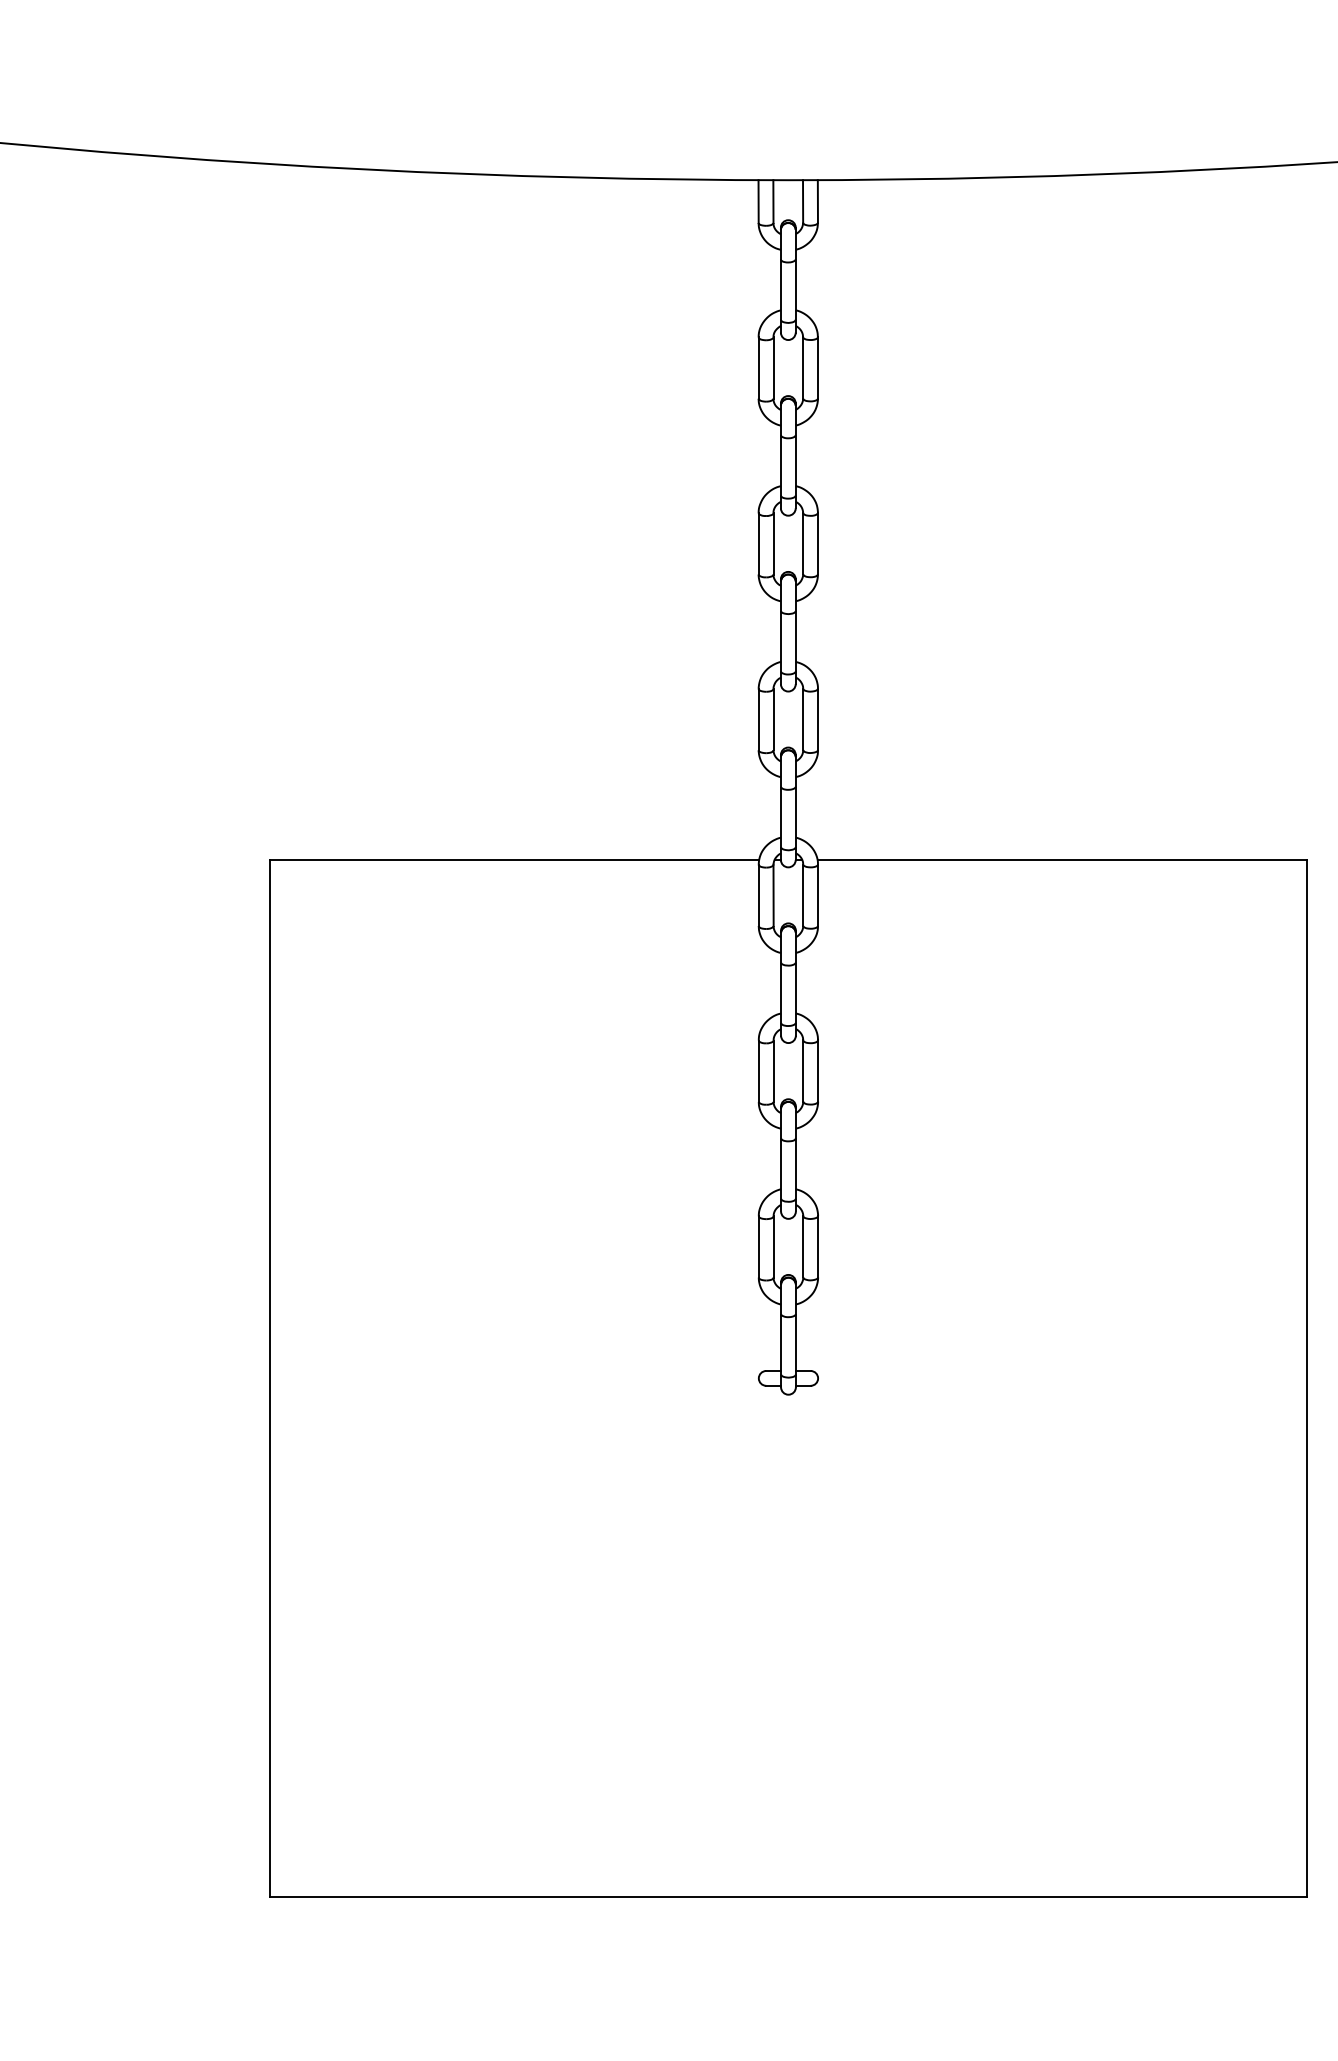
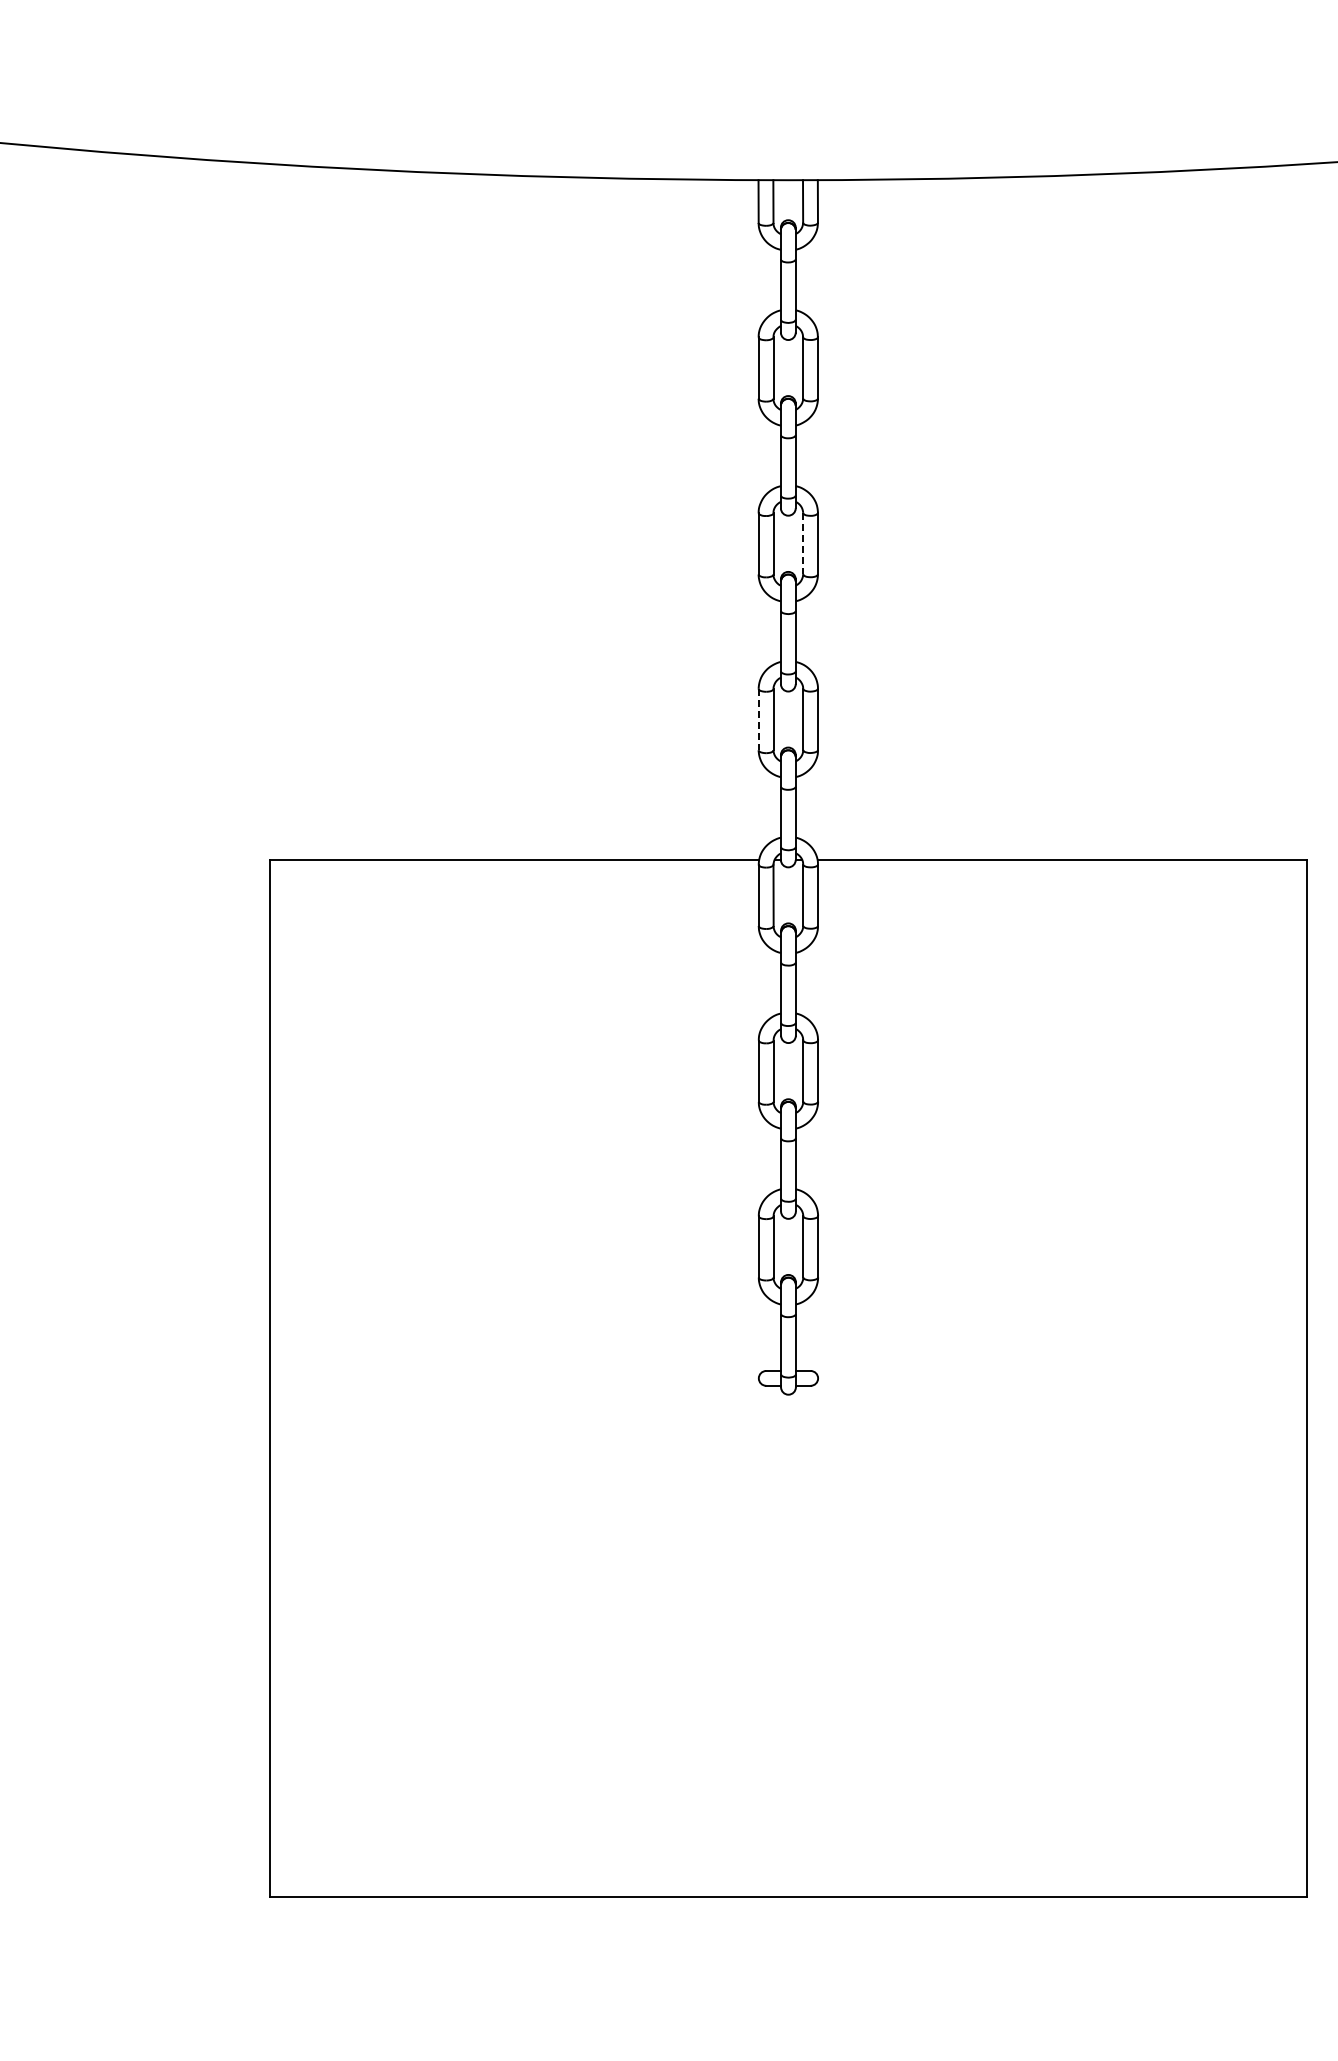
line at (803, 543): solid -> dashed
line at (758, 719): solid -> dashed
